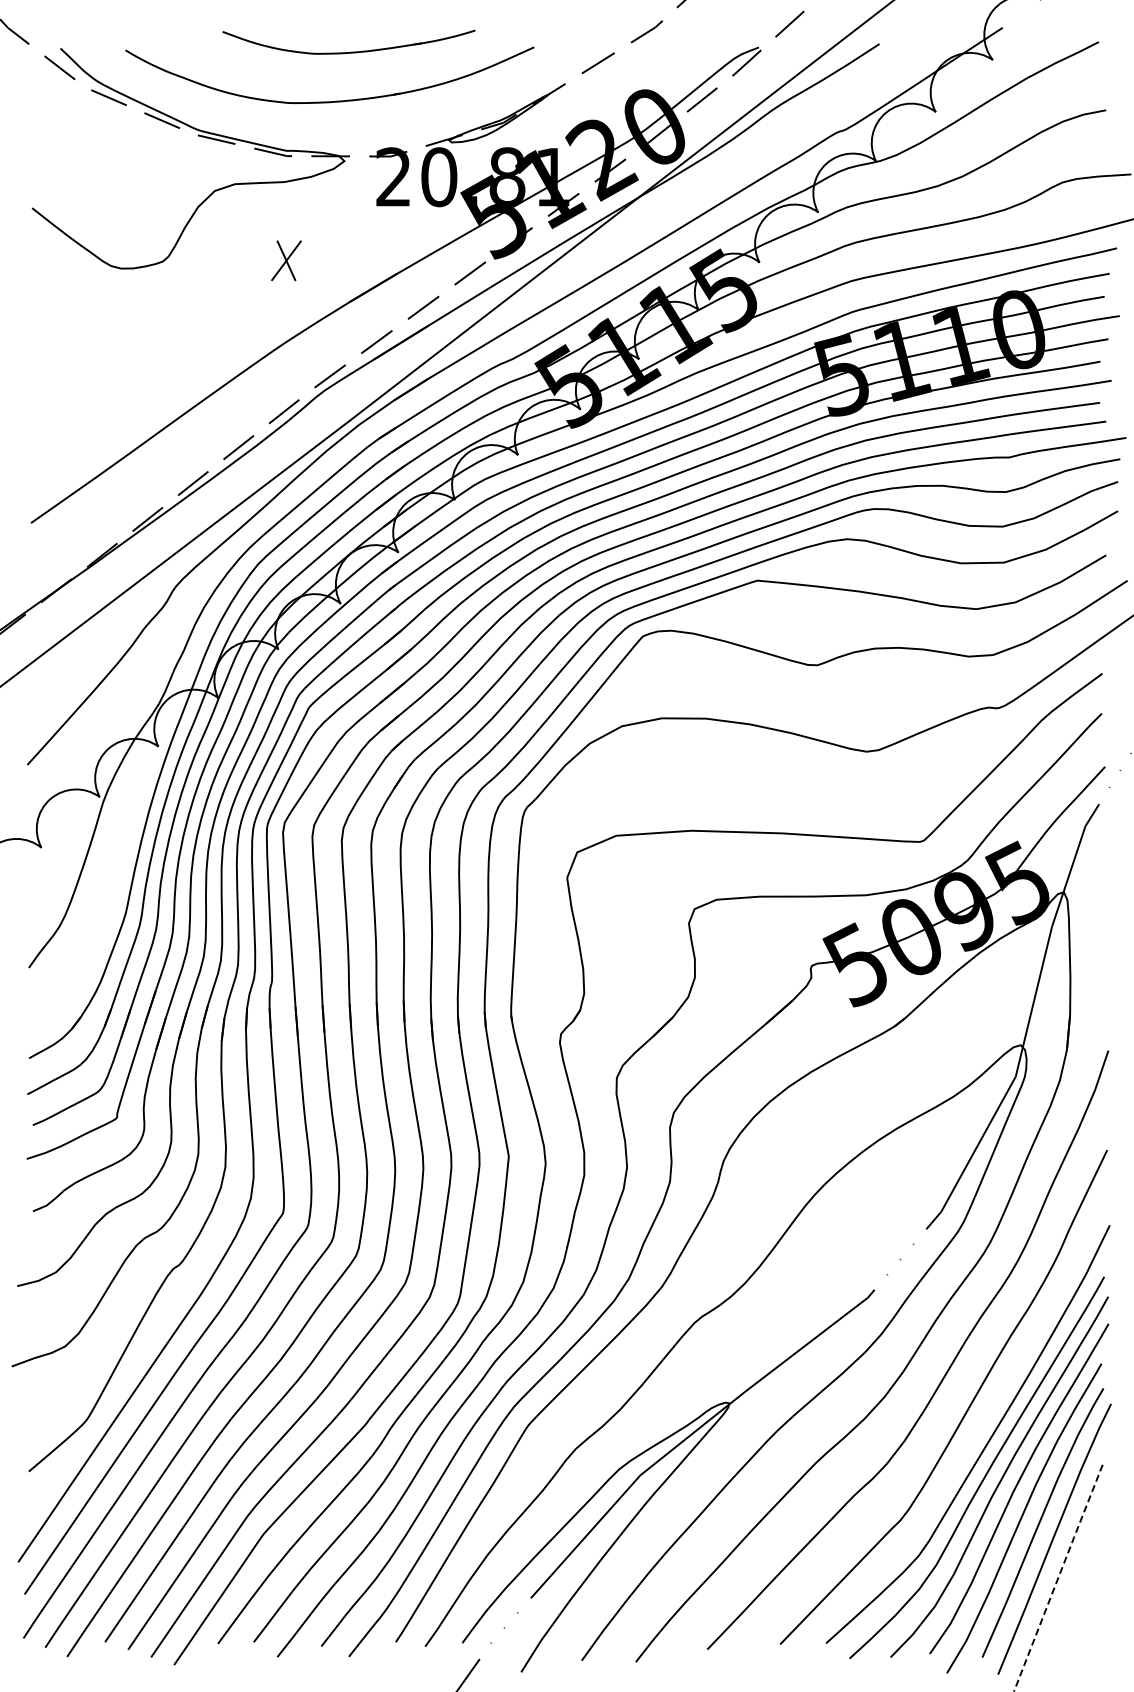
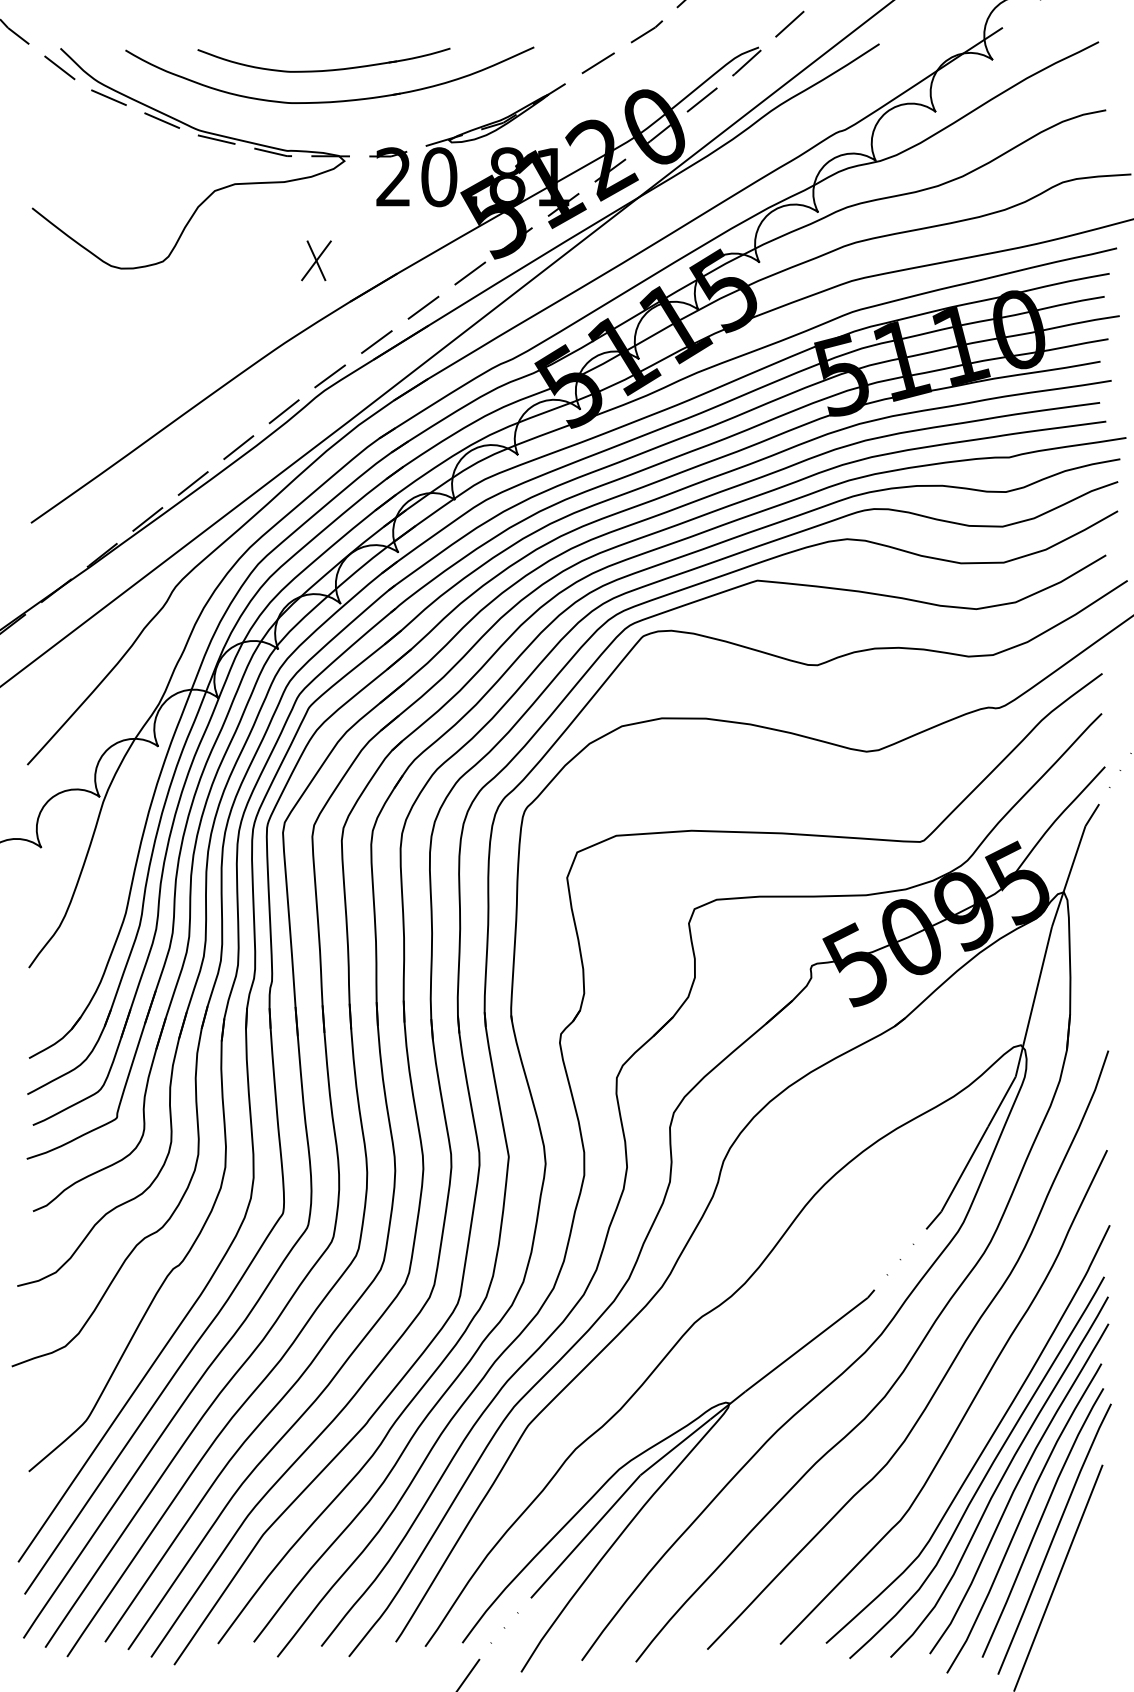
part at (350, 51) position: (350, 51) -> (325, 69)
part at (286, 260) position: (286, 260) -> (316, 260)
line at (1058, 1578): dashed -> solid
